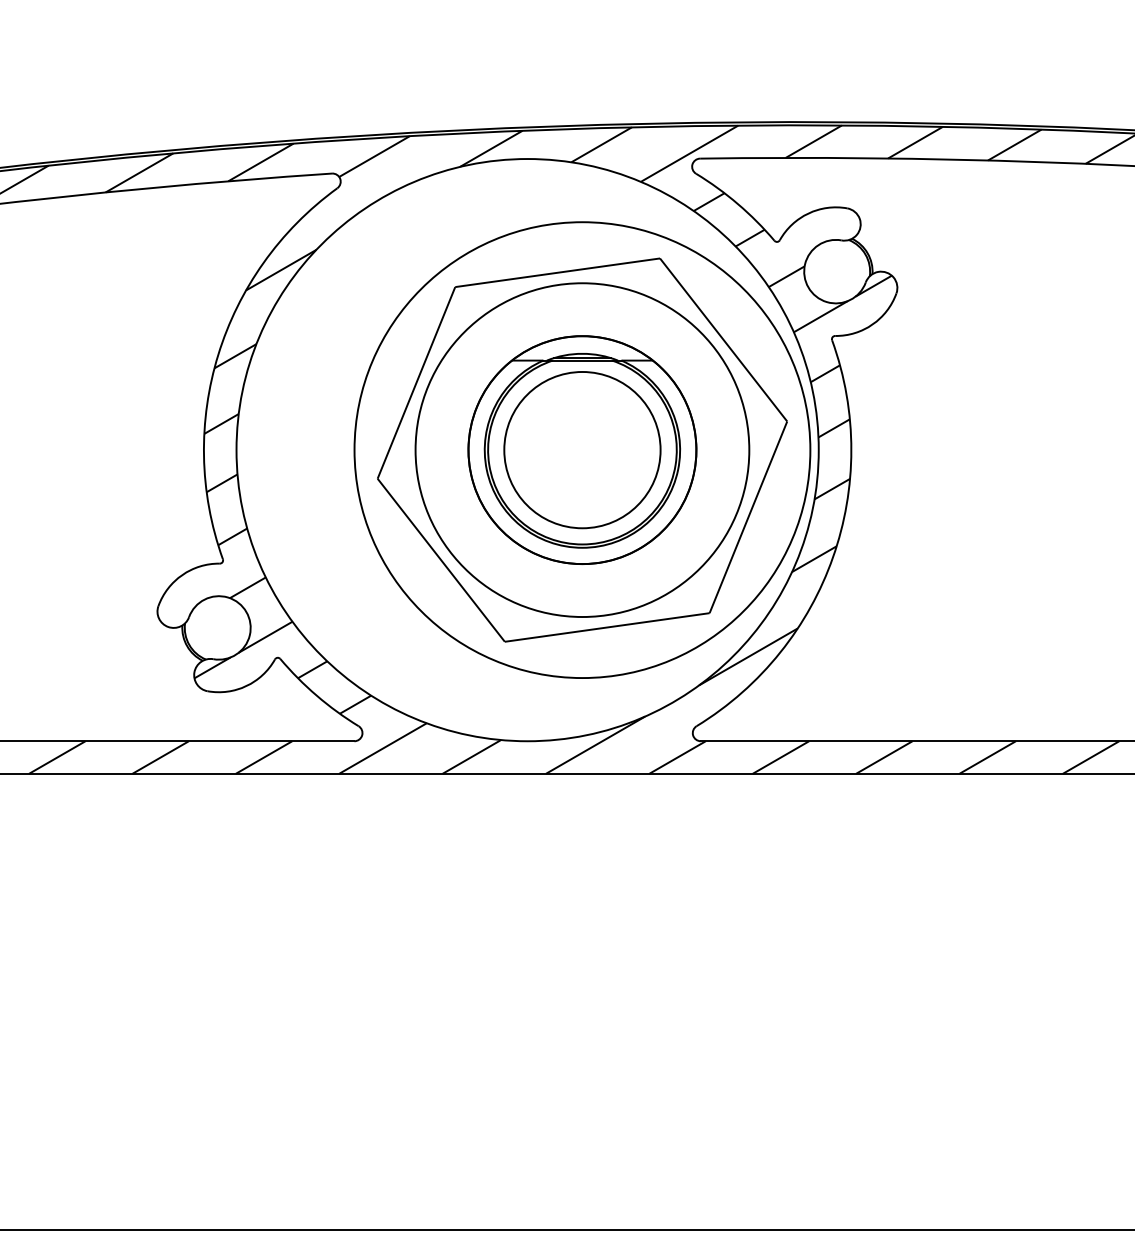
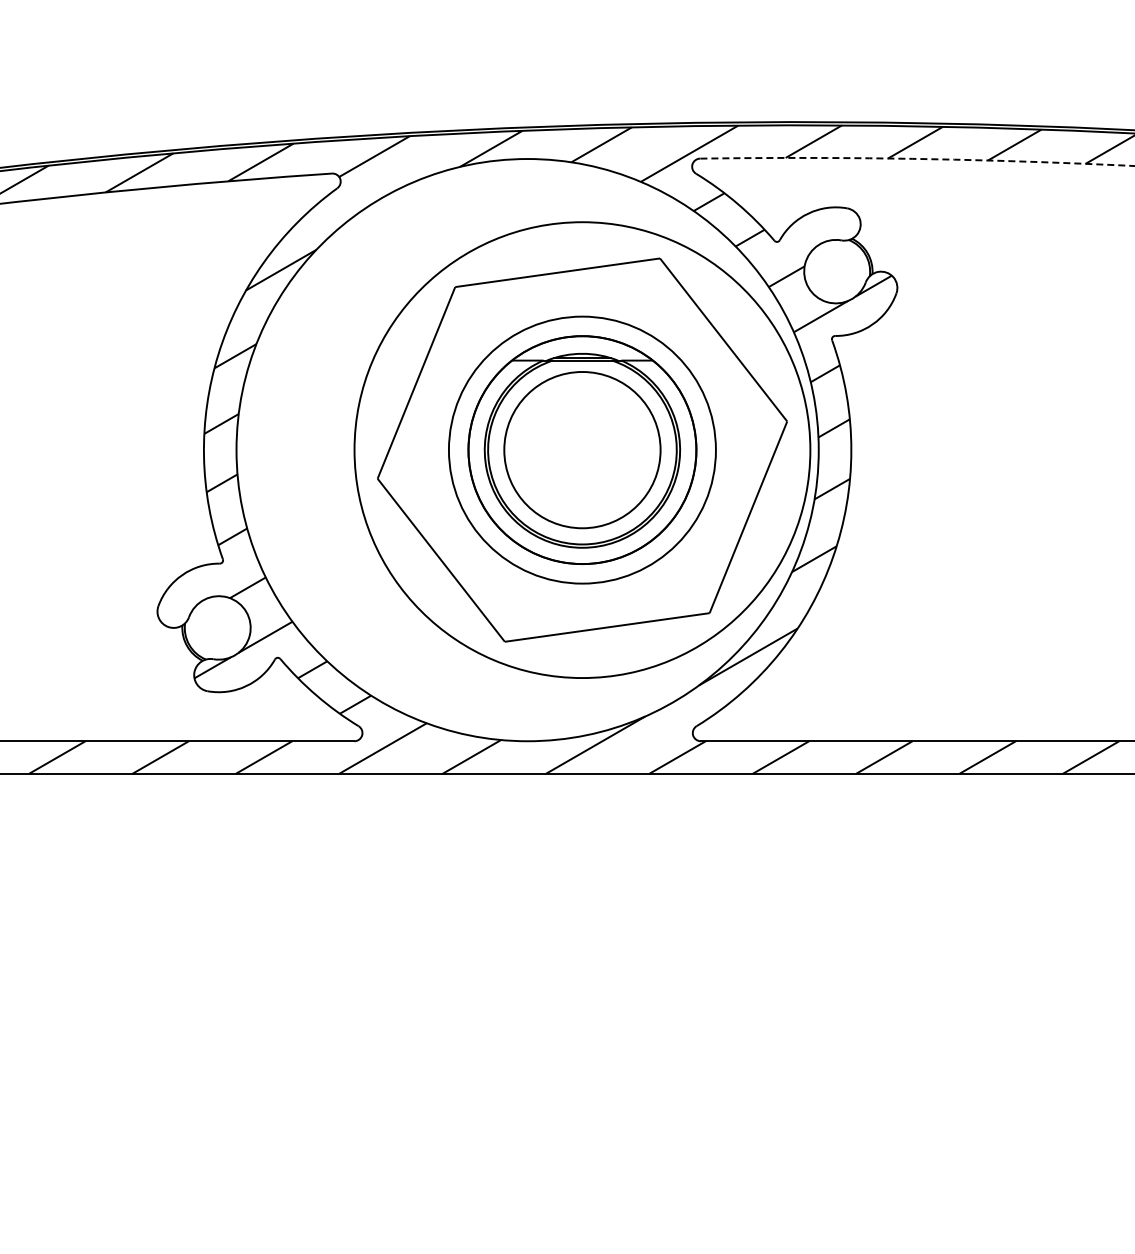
arc at (917, 159): solid -> dashed
circle at (582, 450) diameter: 334 px -> 267 px
line at (566, 1229): present -> none
